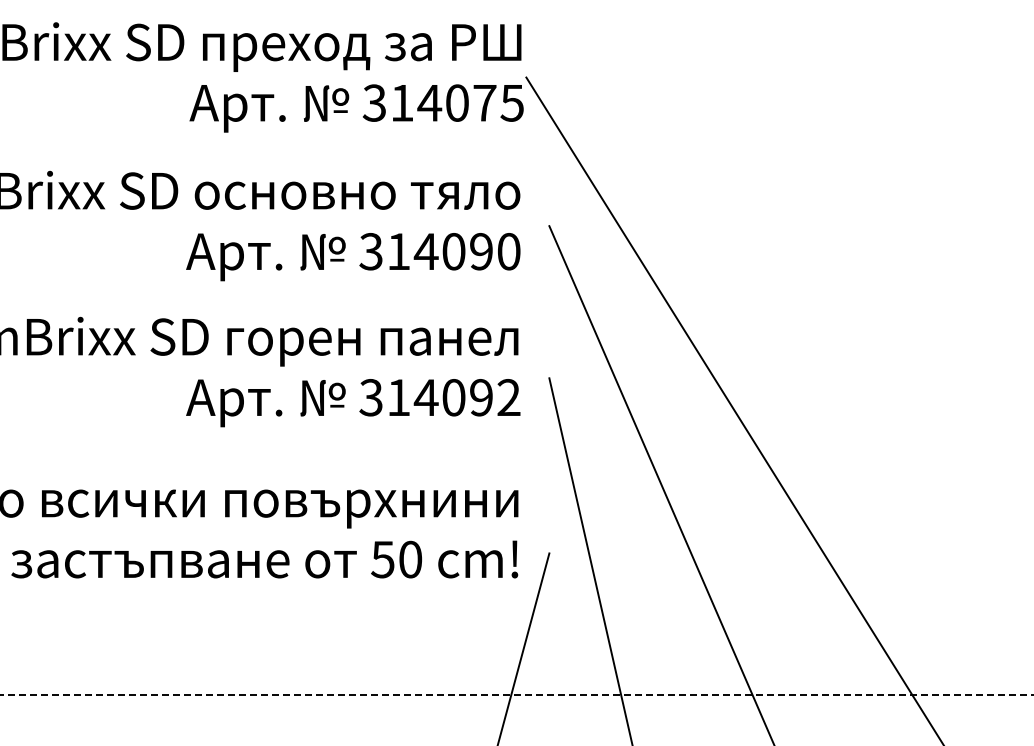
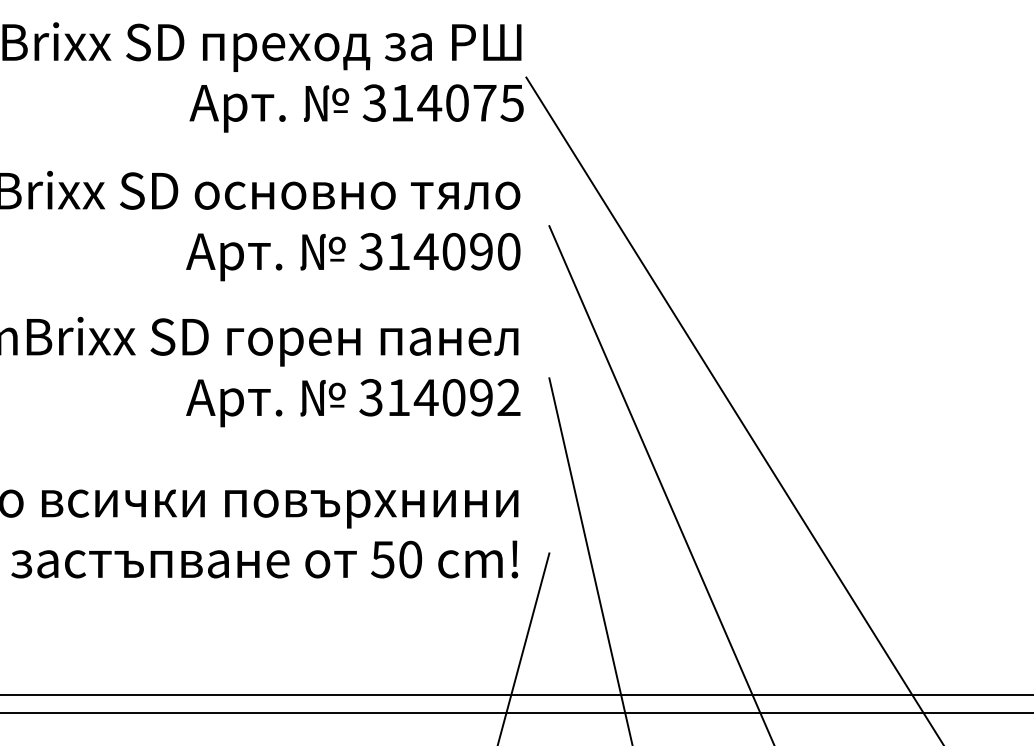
line at (516, 694): dashed -> solid
line at (516, 712): none -> present
